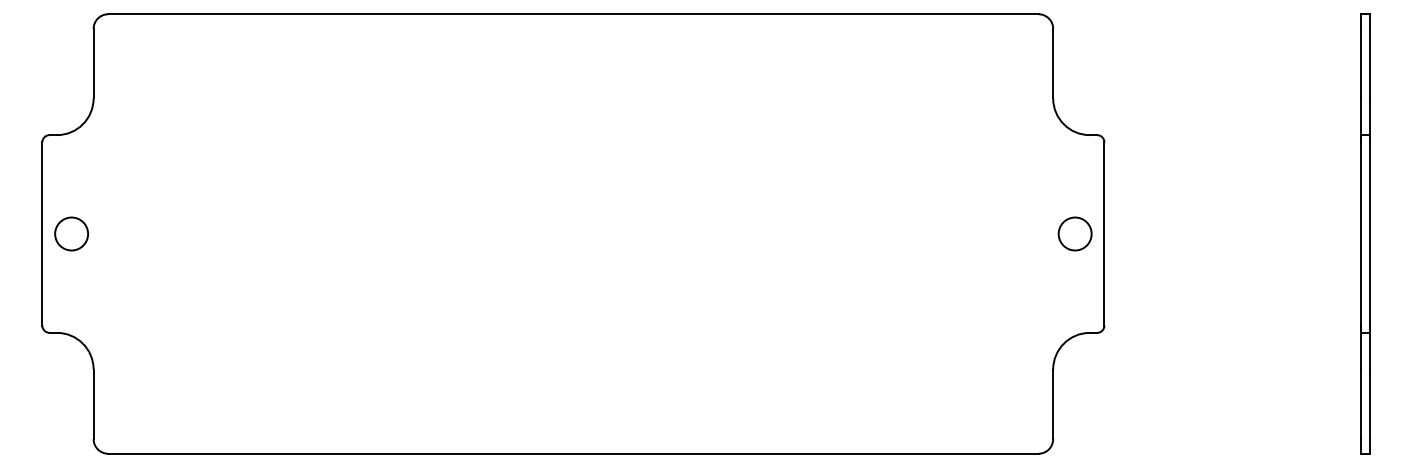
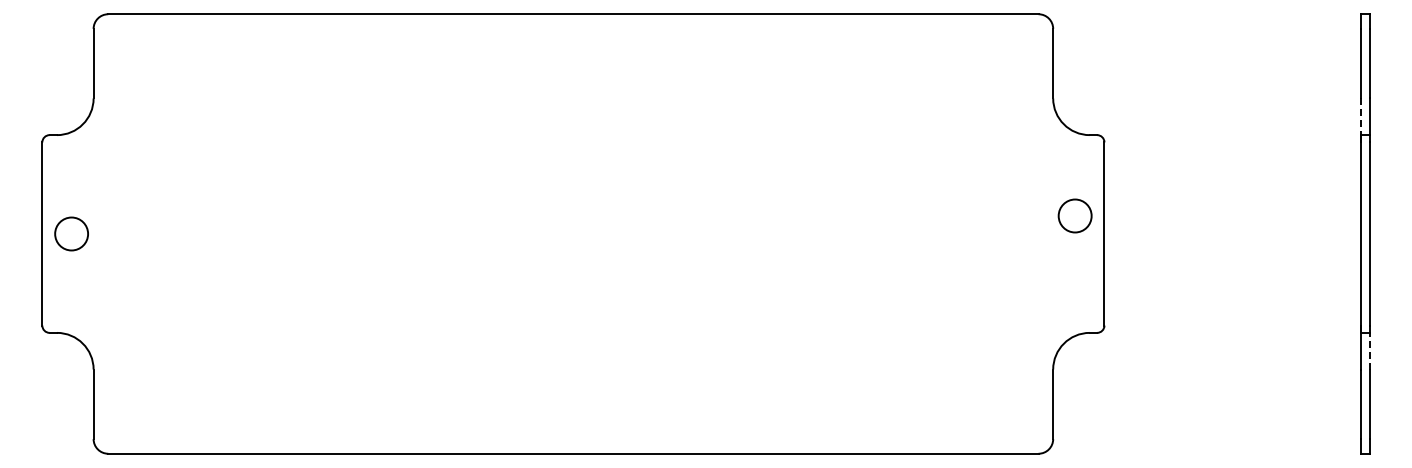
line at (1360, 117): solid -> dashed
circle at (1074, 233) position: (1074, 233) -> (1074, 215)
line at (1369, 350): solid -> dashed
